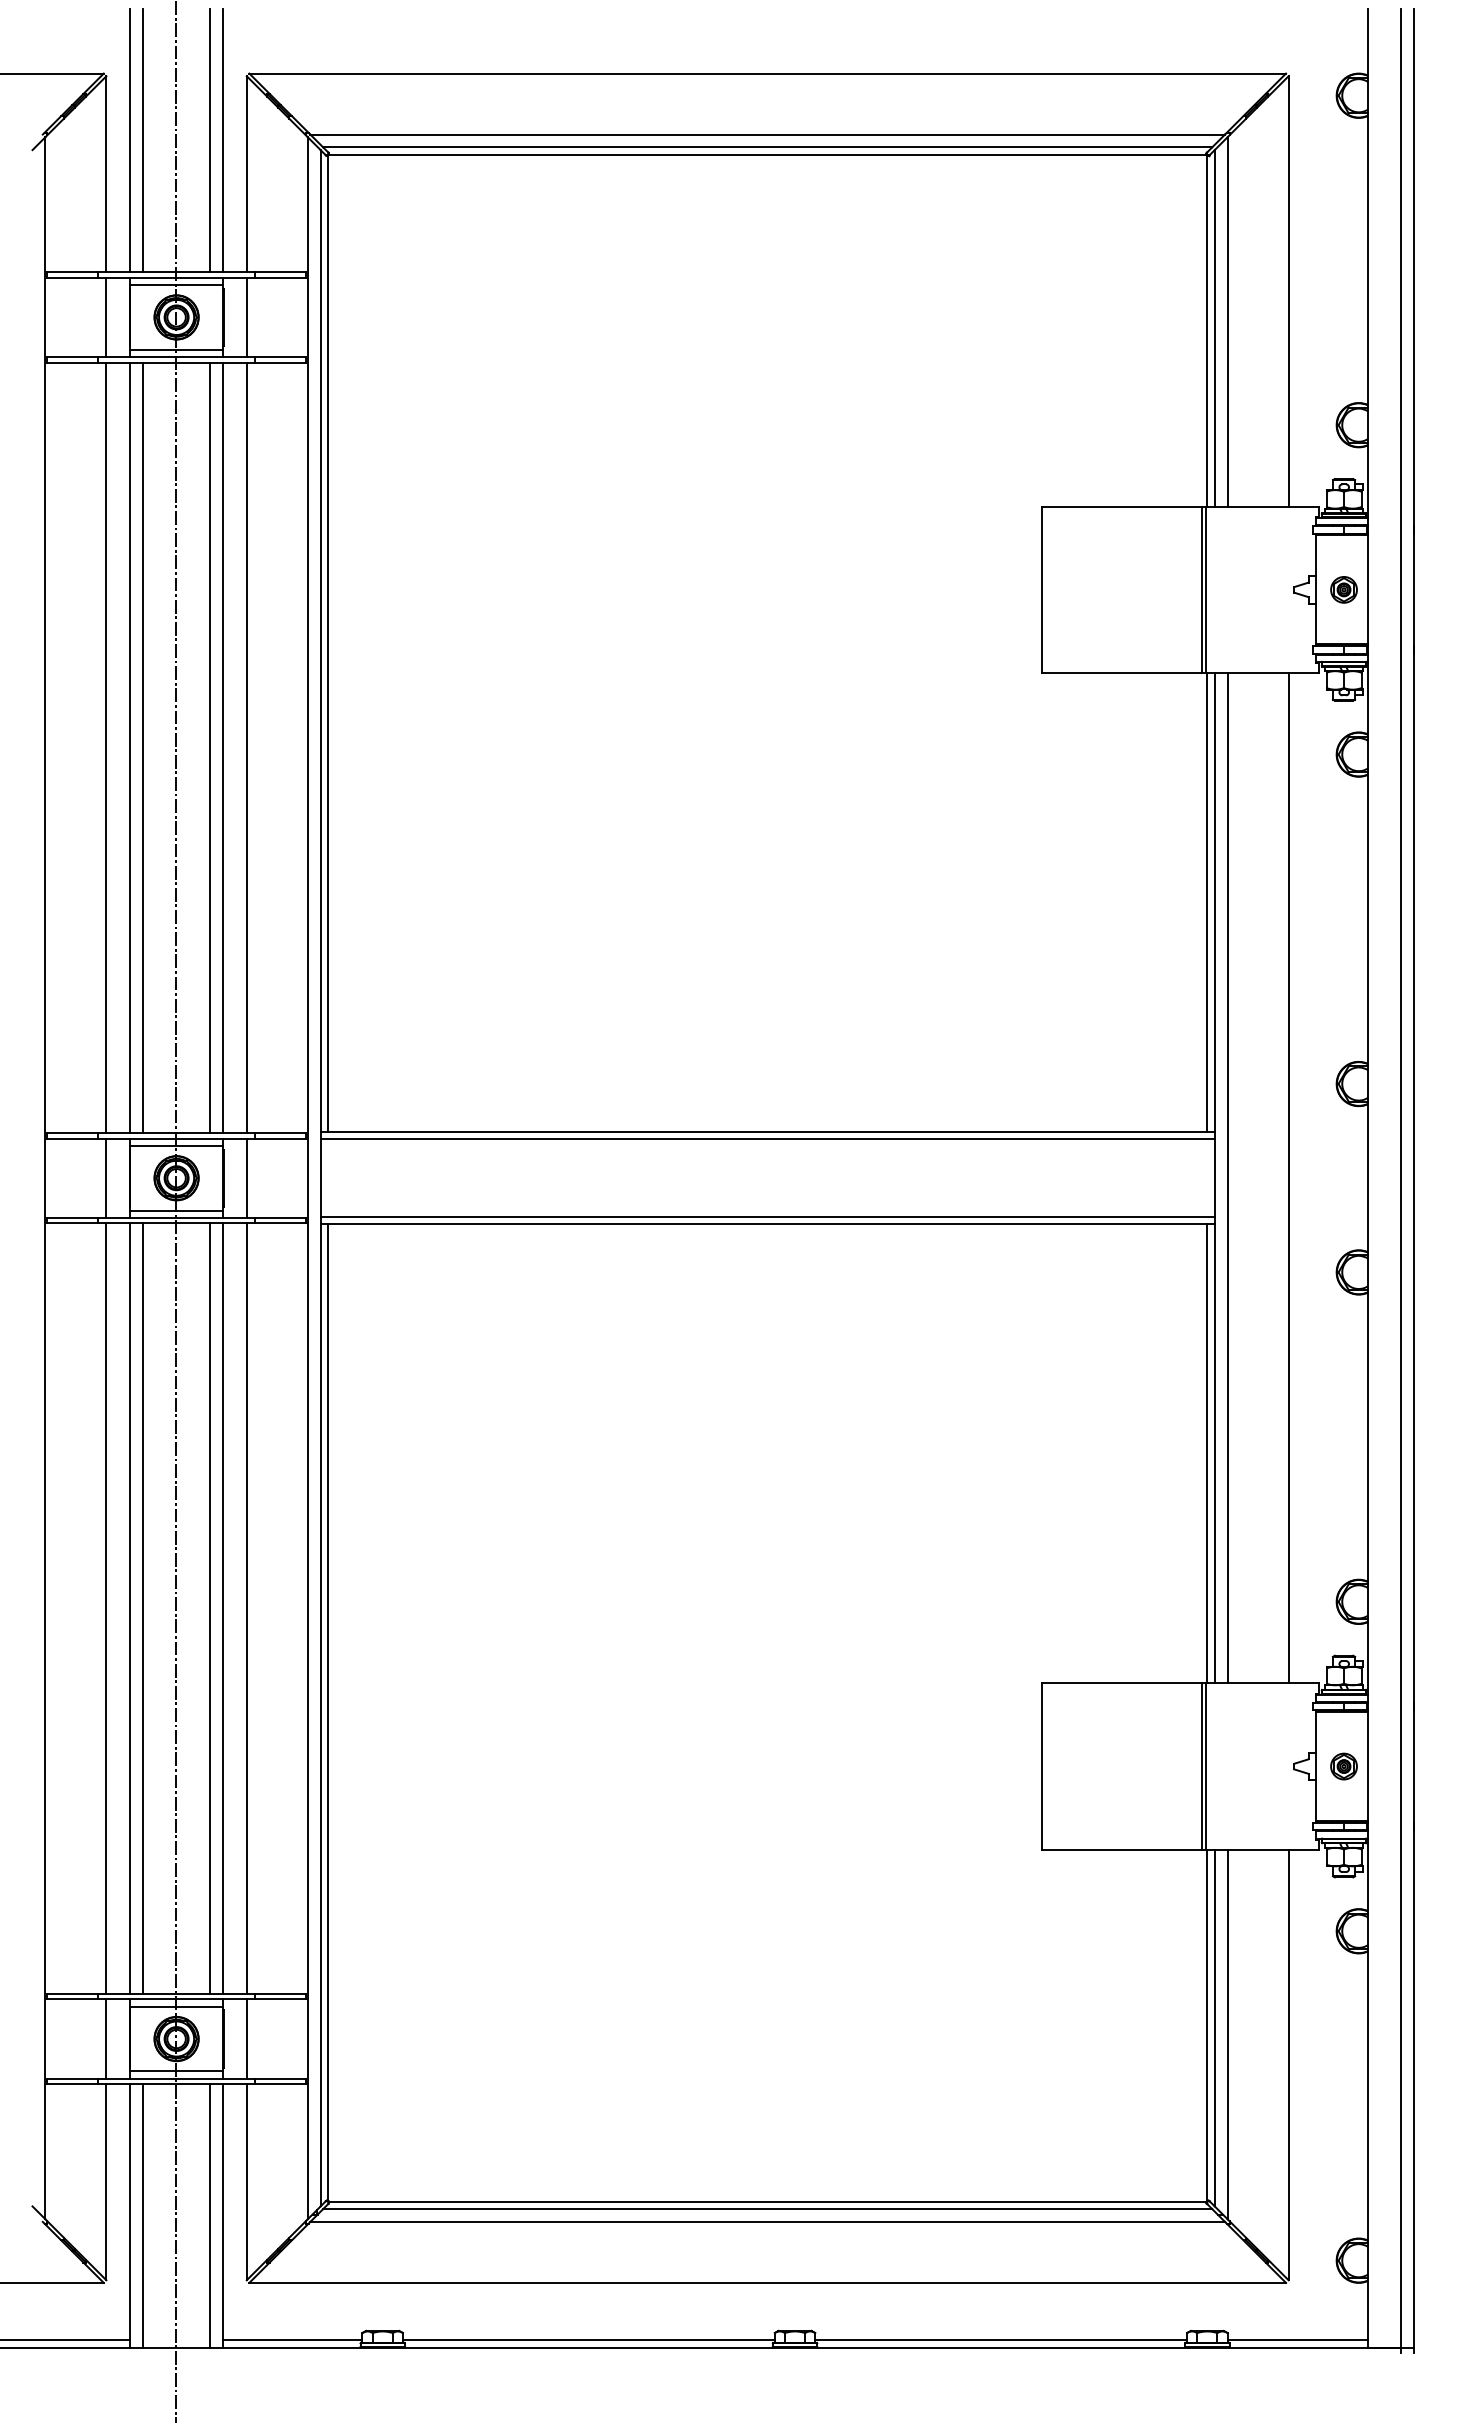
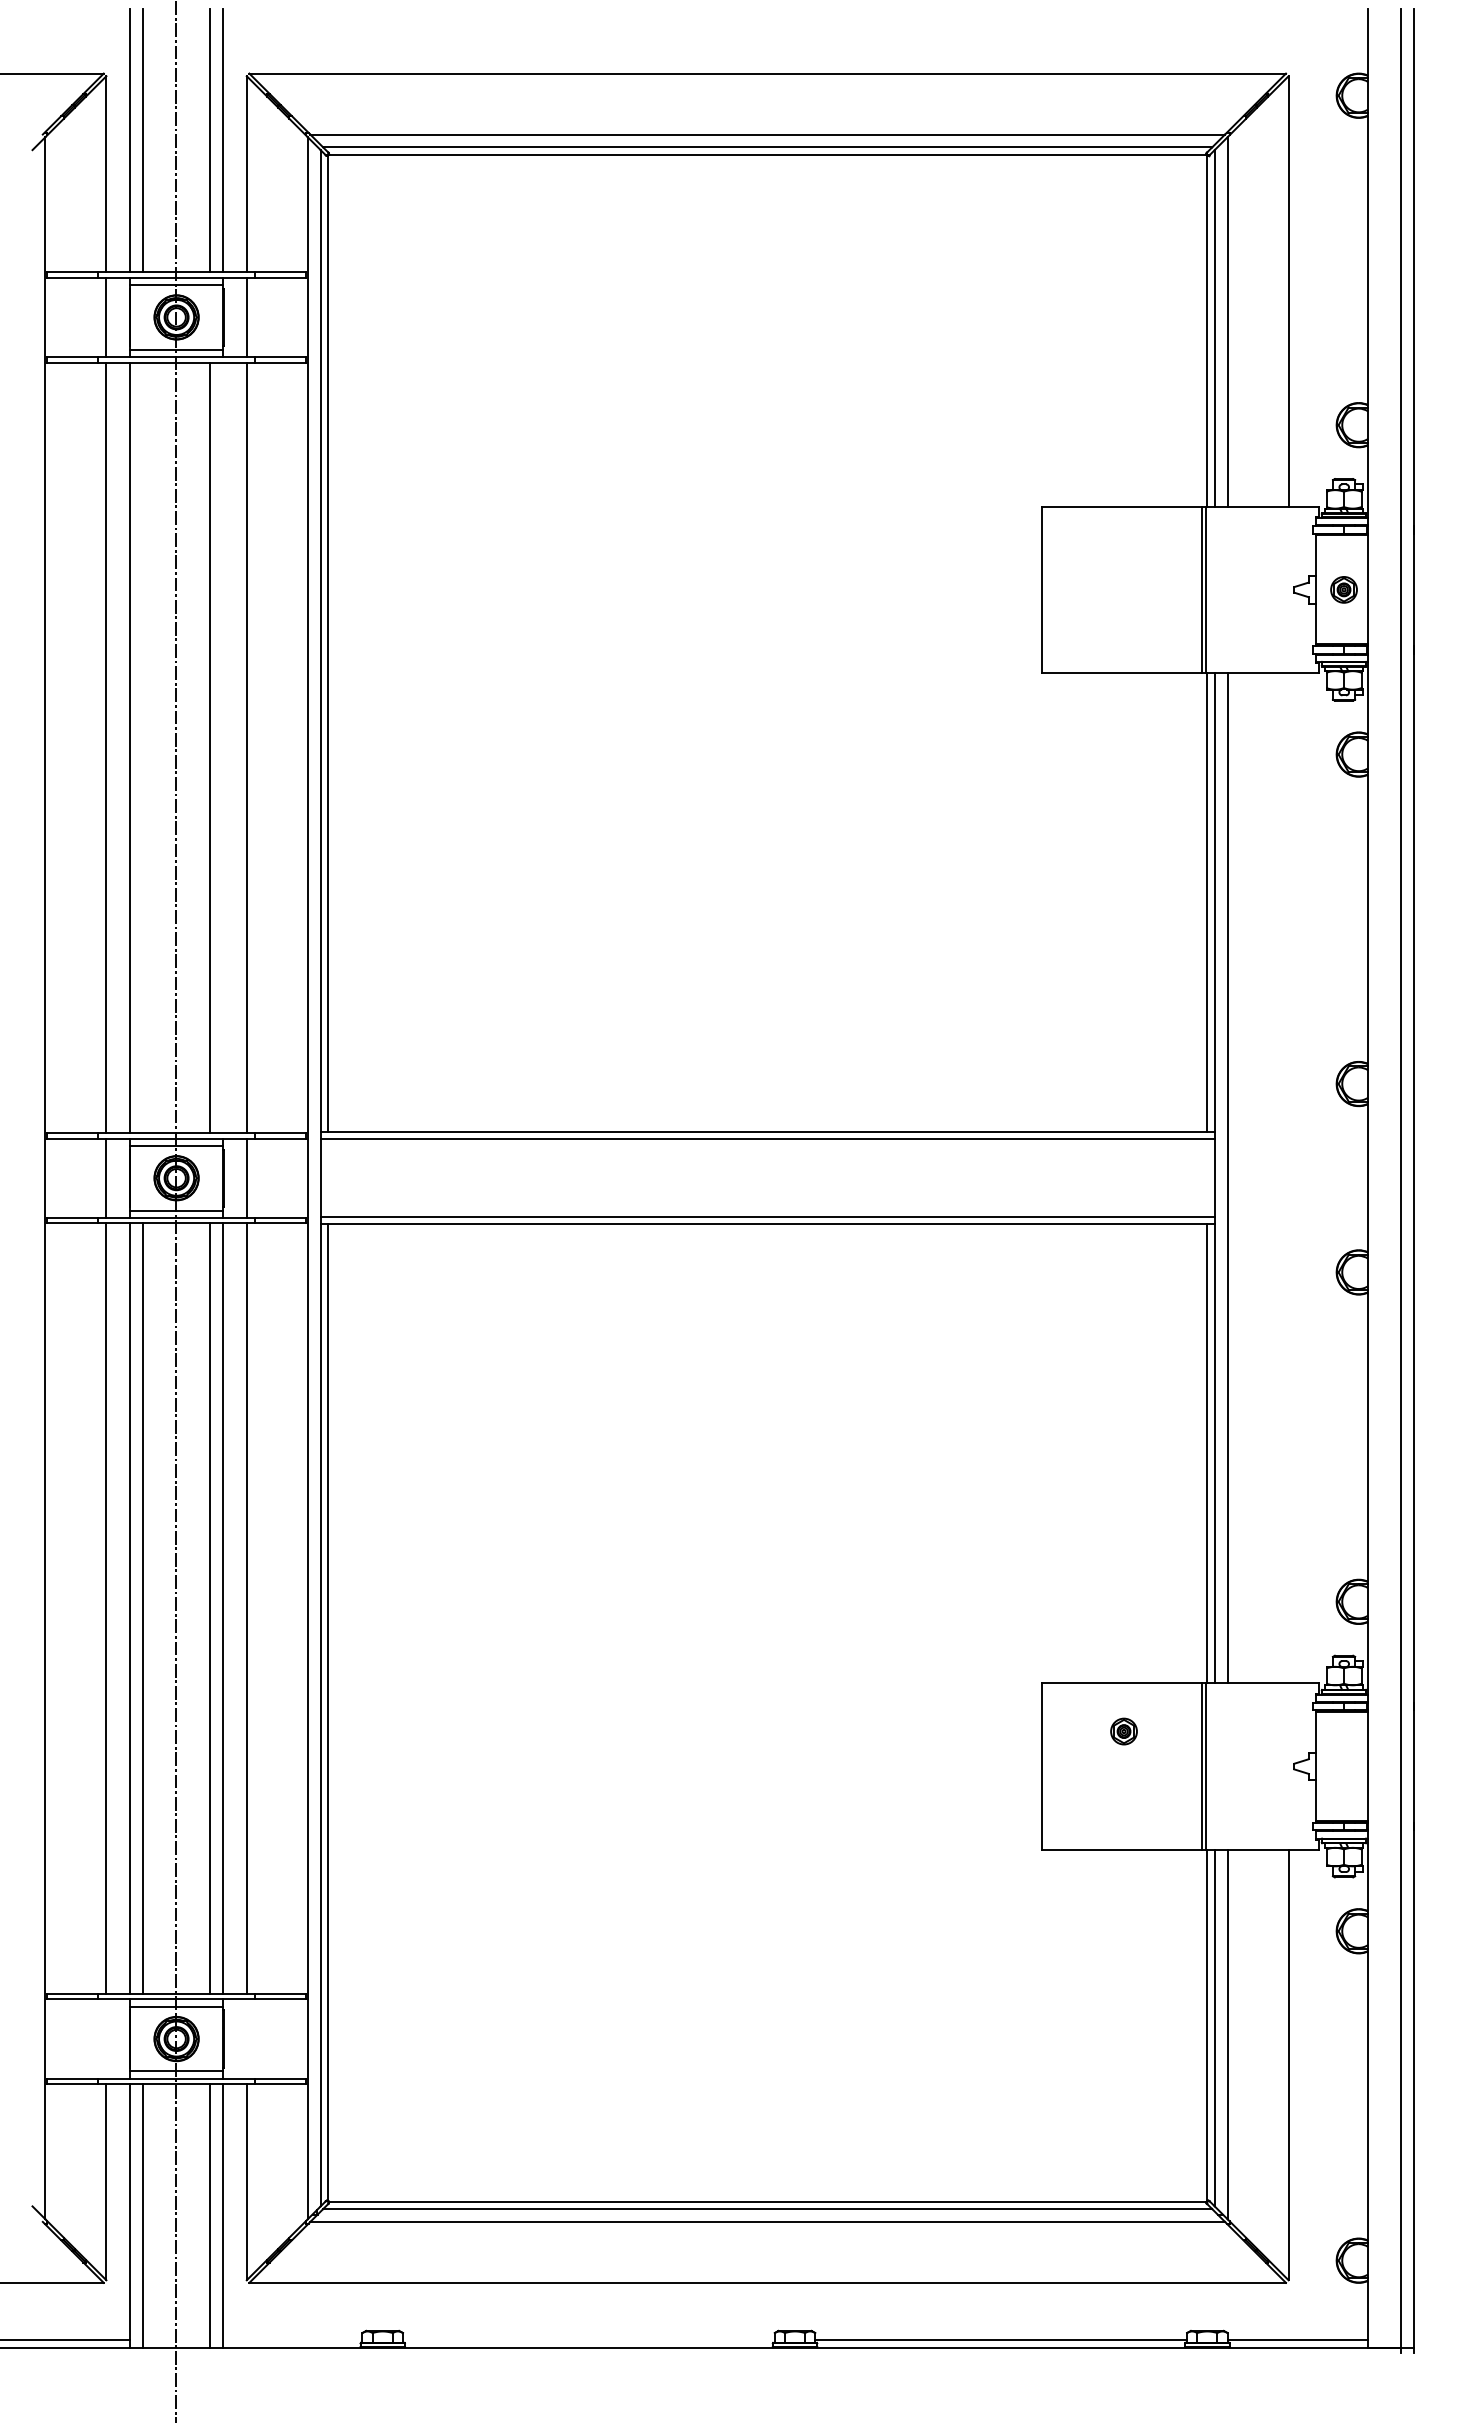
line at (143, 747): present -> none
line at (222, 747): present -> none
line at (1288, 1178): present -> none
part at (1343, 1766) position: (1343, 1766) -> (1123, 1731)
line at (106, 2038): present -> none
line at (246, 2038): present -> none
line at (292, 2340): present -> none
line at (588, 2340): present -> none
